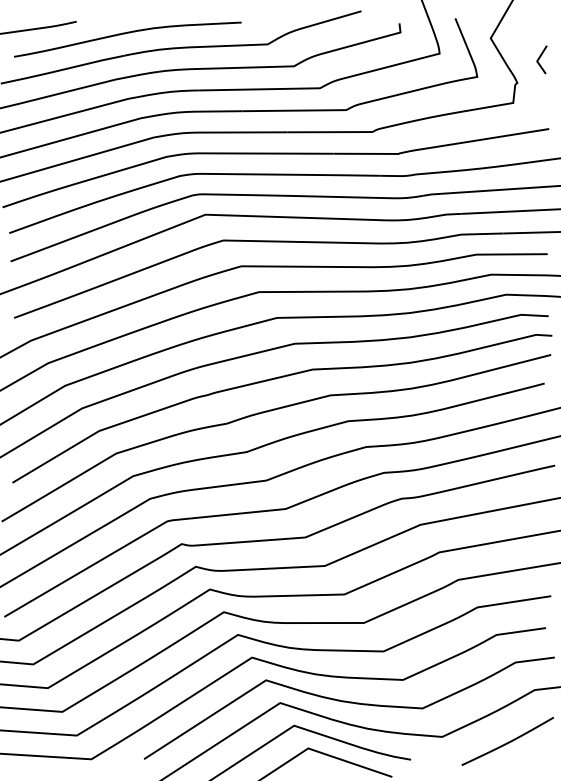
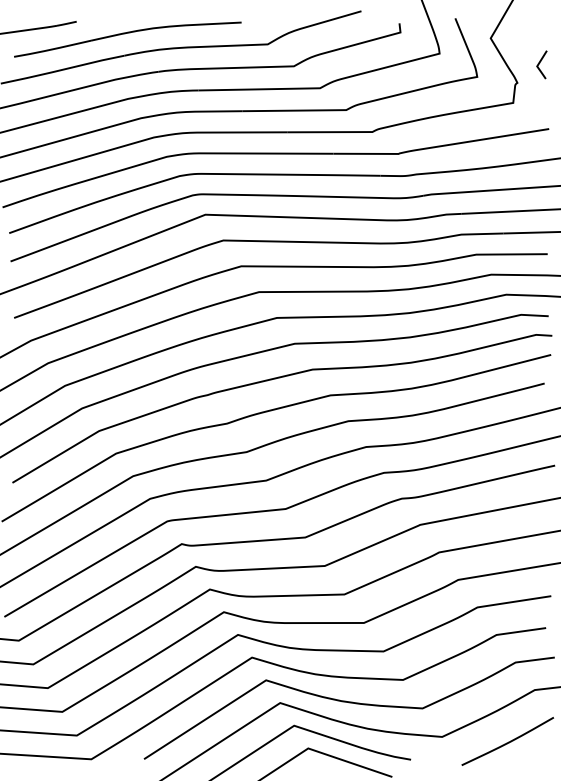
curve at (540, 58) position: (540, 58) -> (540, 63)
